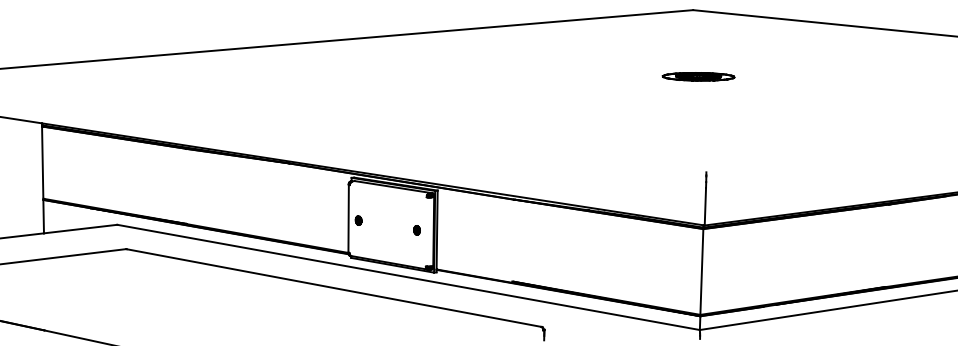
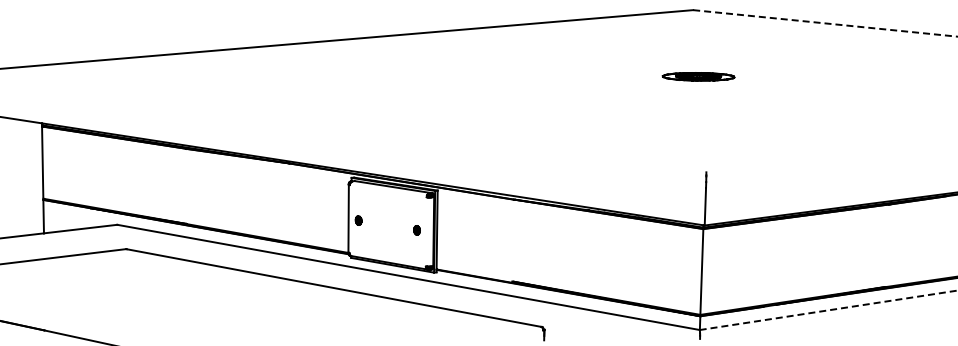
line at (825, 23): solid -> dashed
line at (828, 310): solid -> dashed
